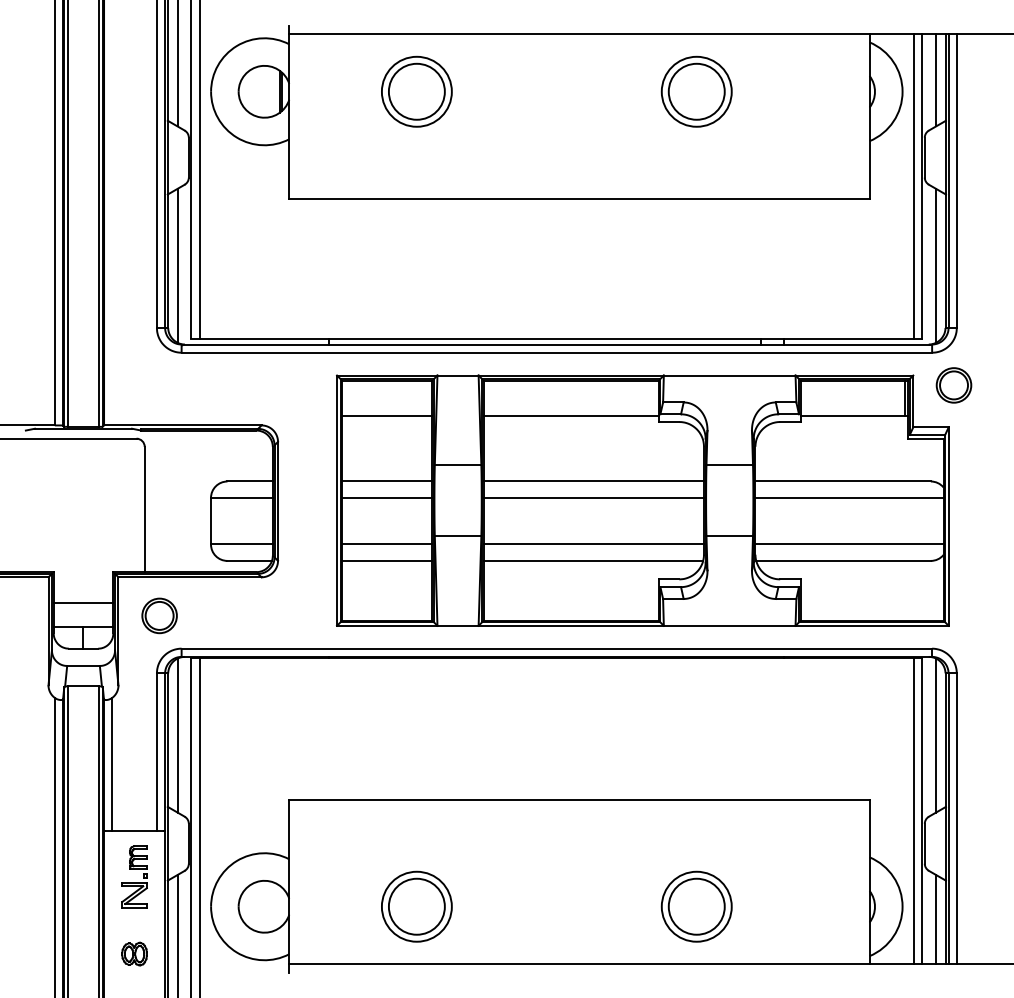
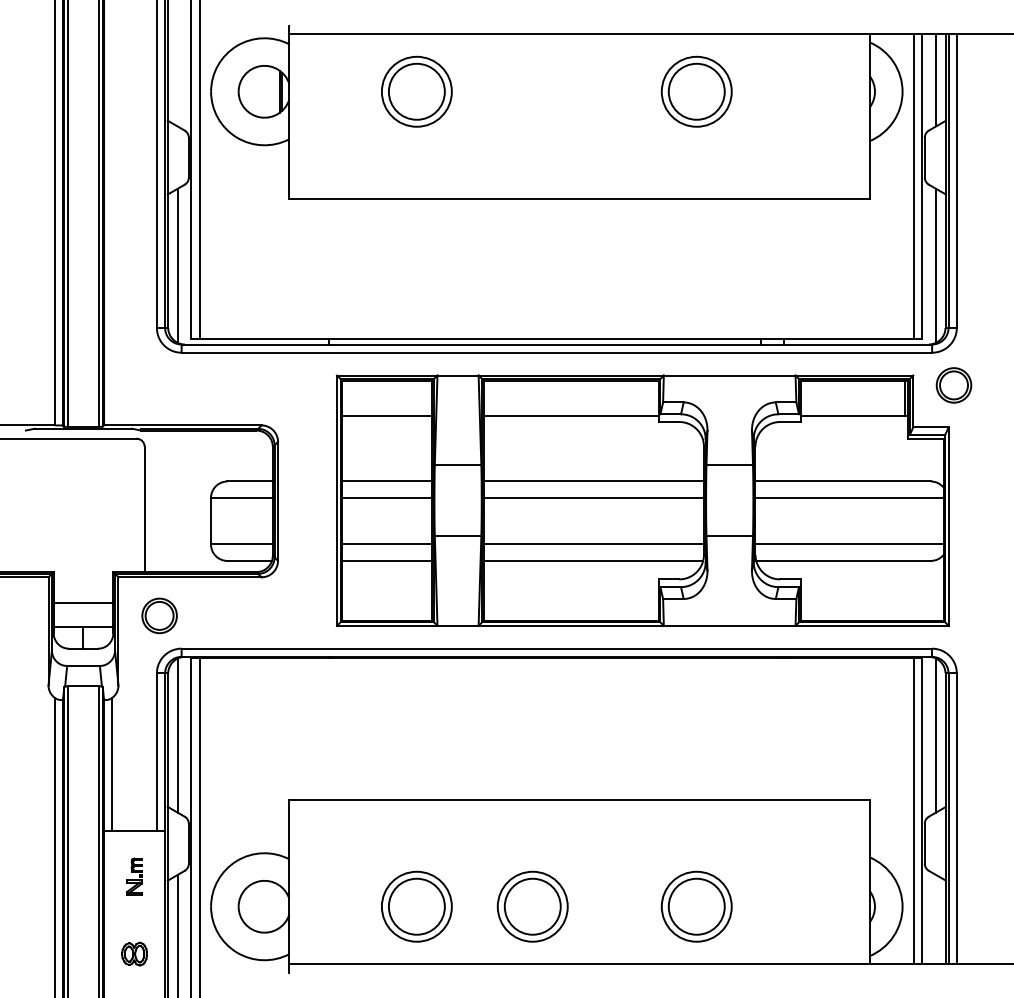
line at (177, 64): present -> none
part at (134, 876) size: 27x64 px -> 17x39 px
part at (532, 906): none -> present
line at (936, 919): present -> none
